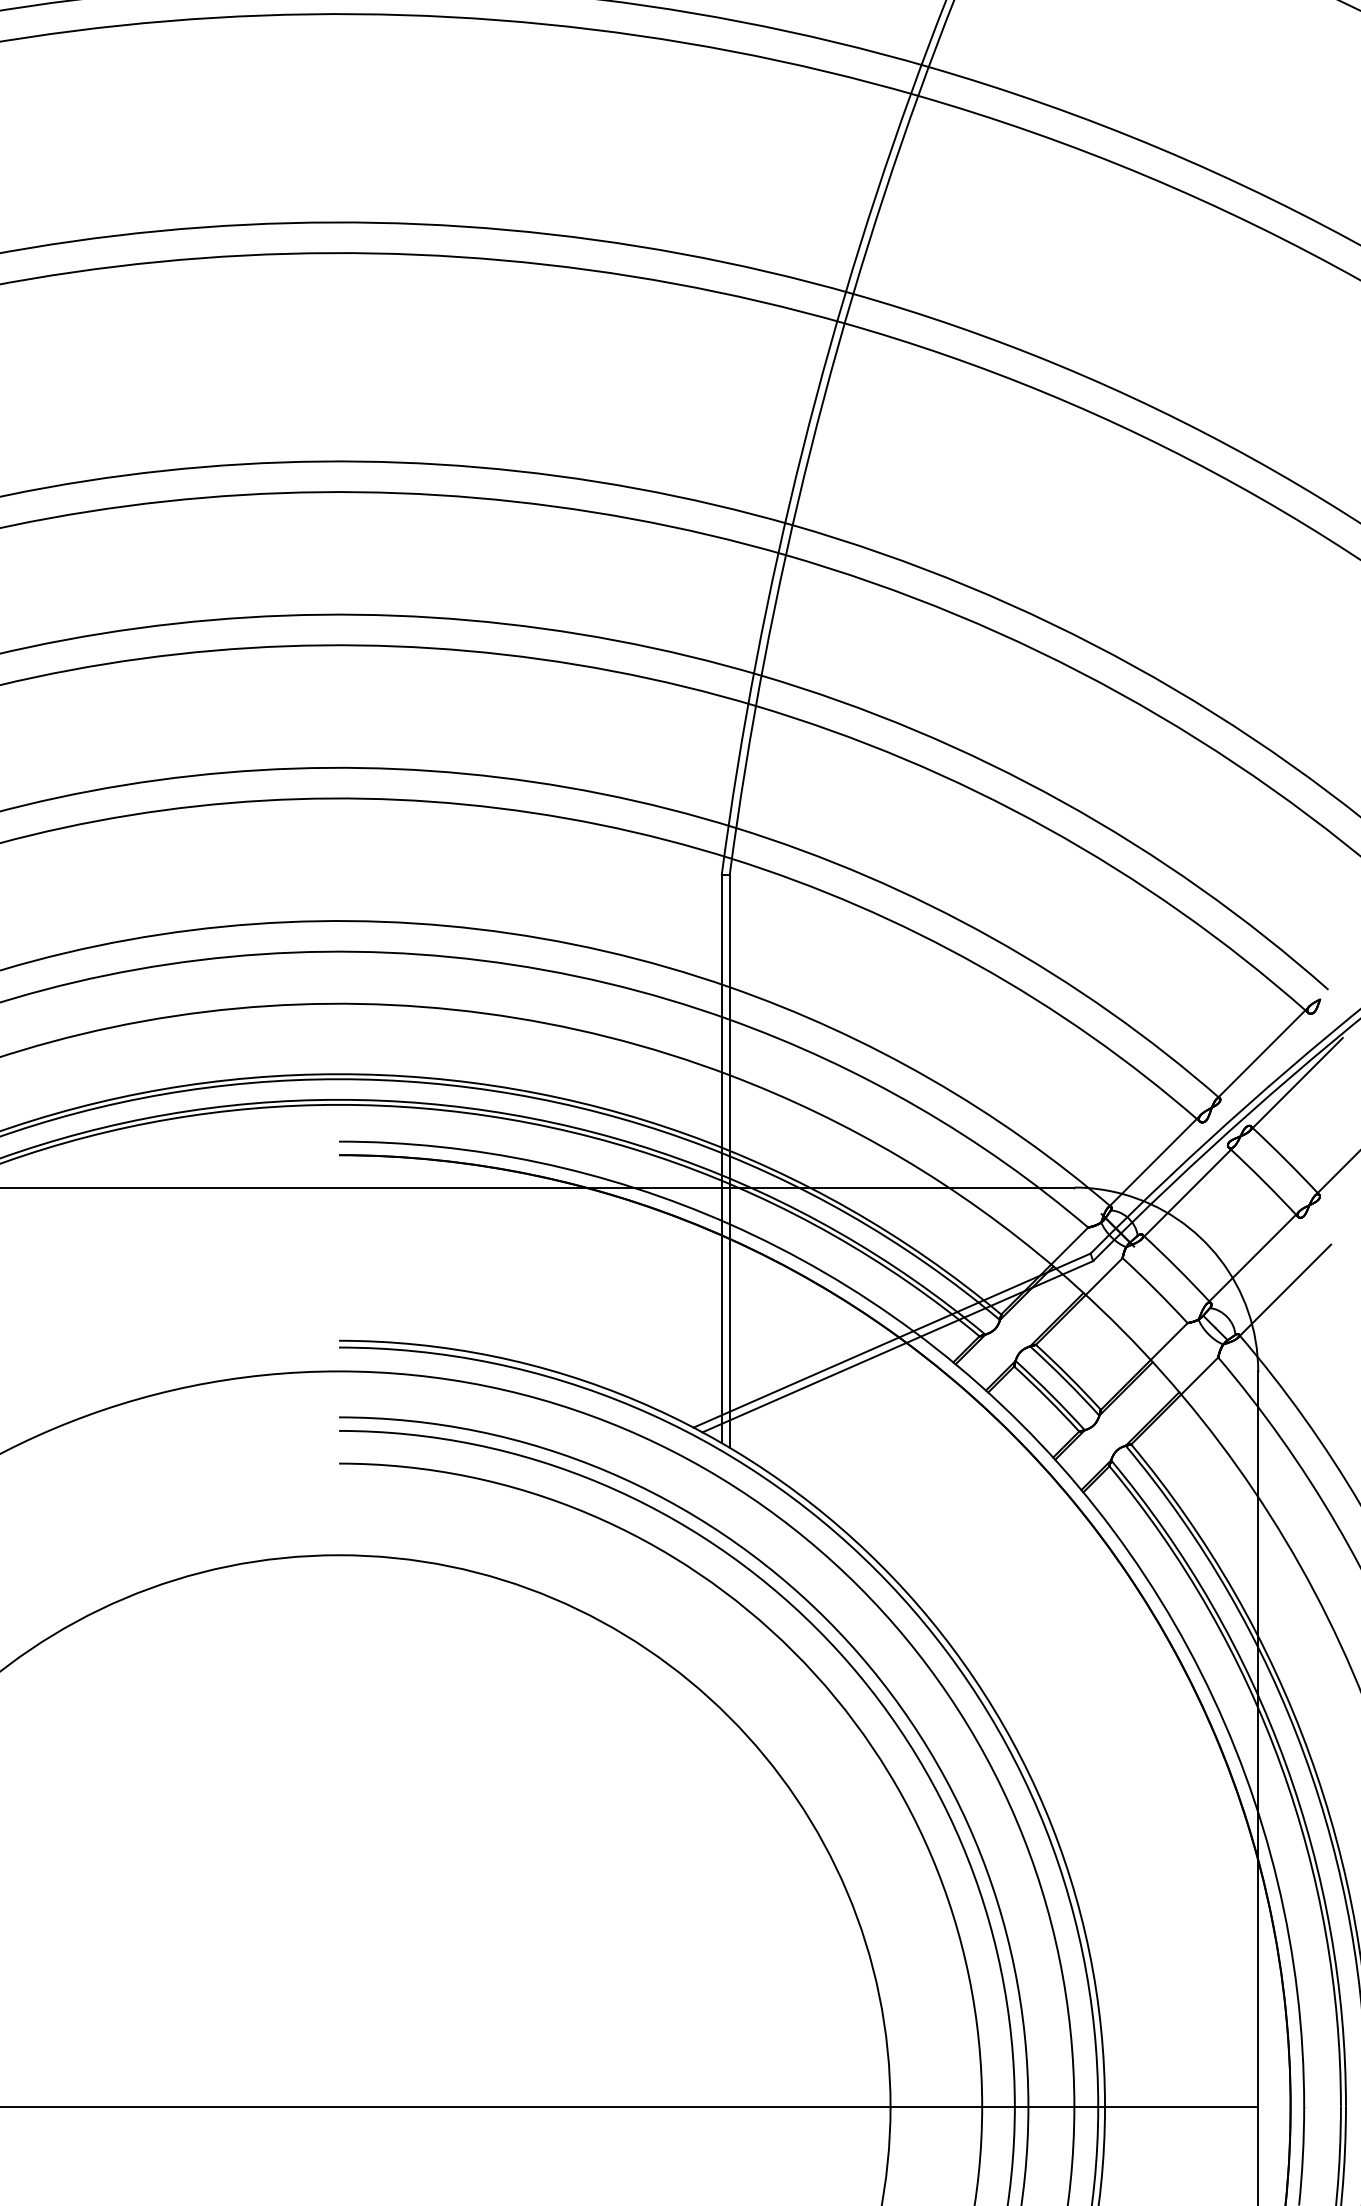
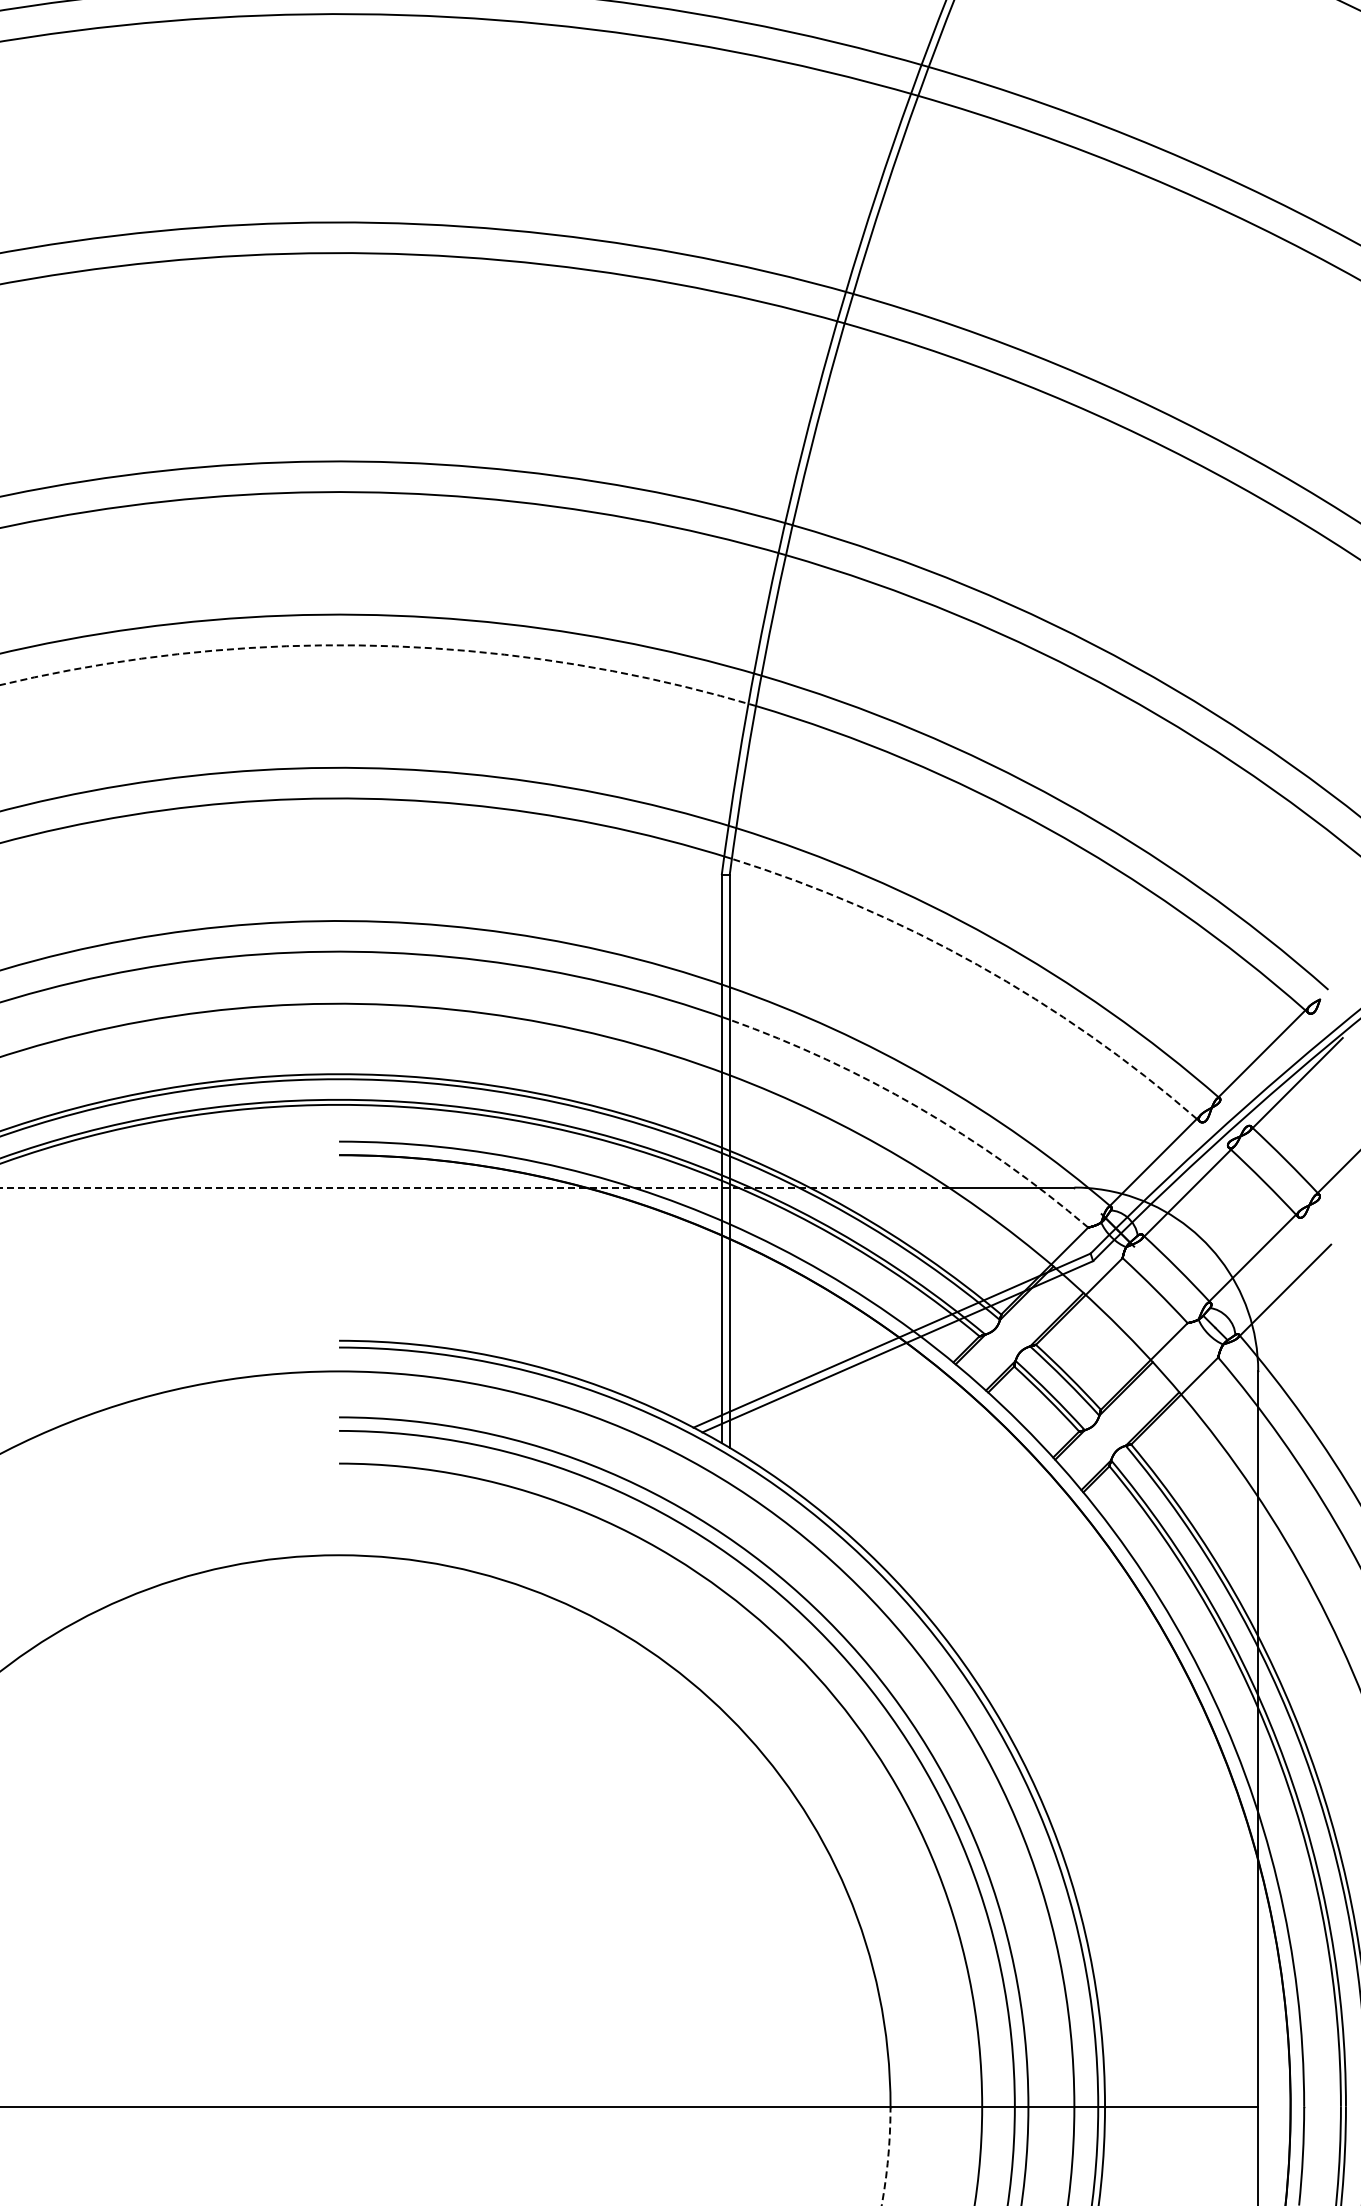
arc at (377, 645): solid -> dashed
arc at (977, 964): solid -> dashed
arc at (918, 1107): solid -> dashed
line at (473, 1187): solid -> dashed
arc at (888, 2155): solid -> dashed
